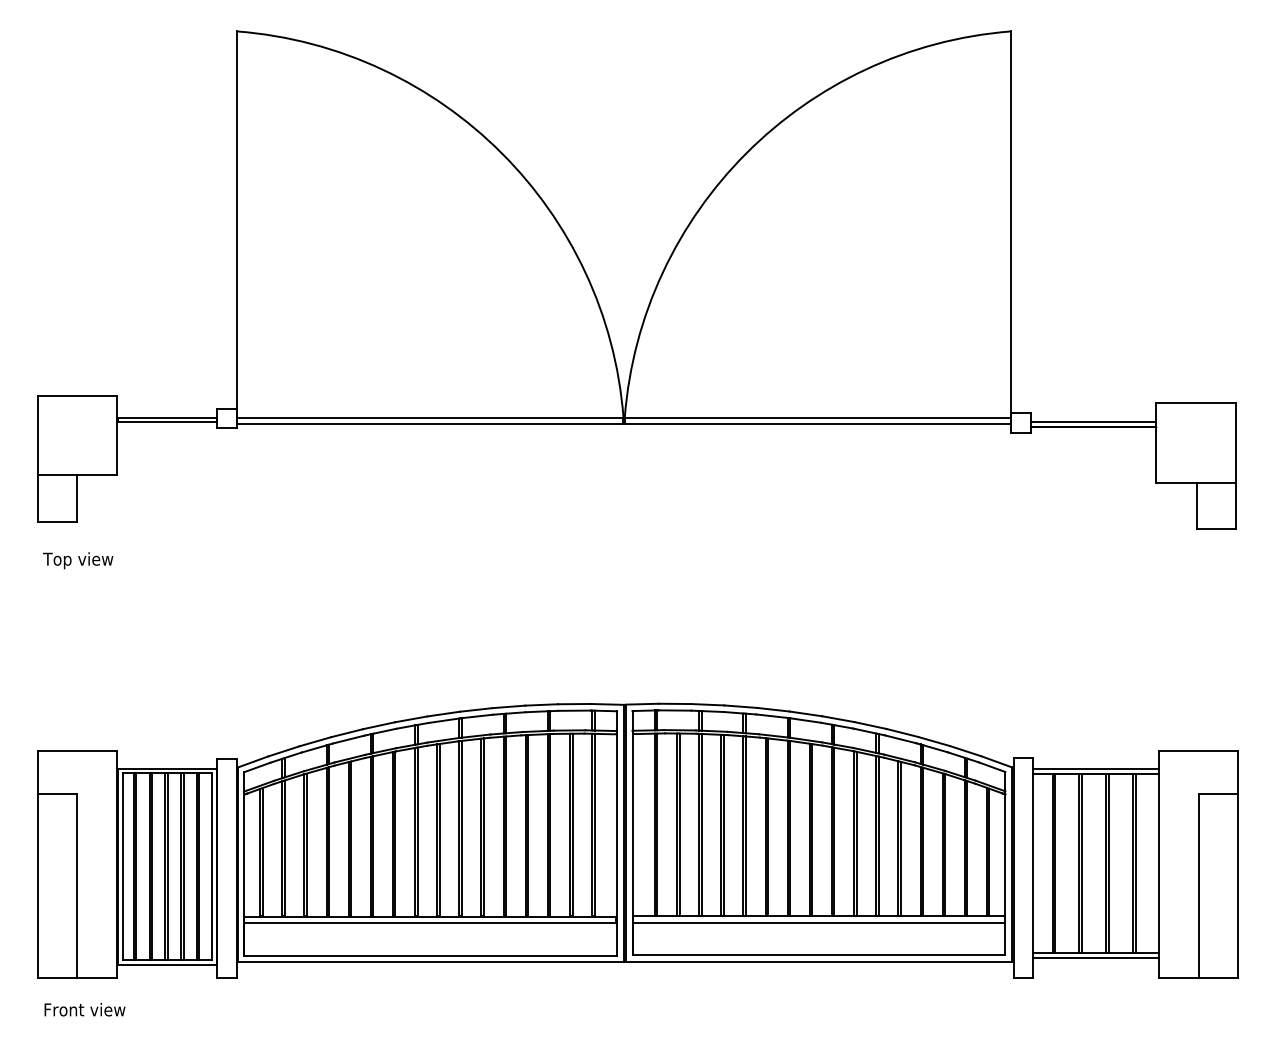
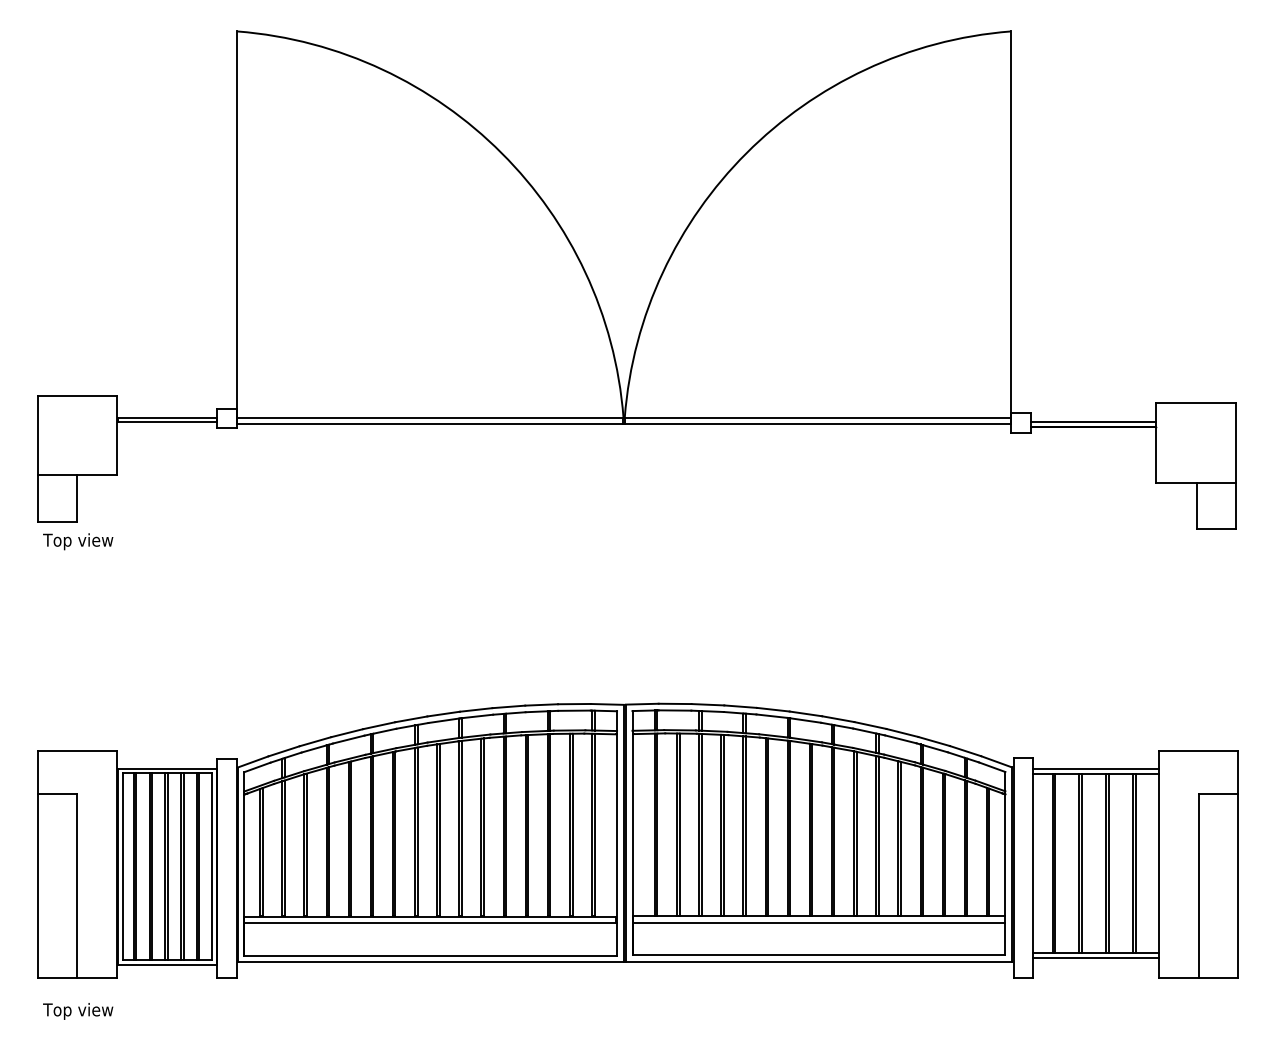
text at (78, 560) position: (78, 560) -> (78, 541)
text at (84, 1011): Front view -> Top view
